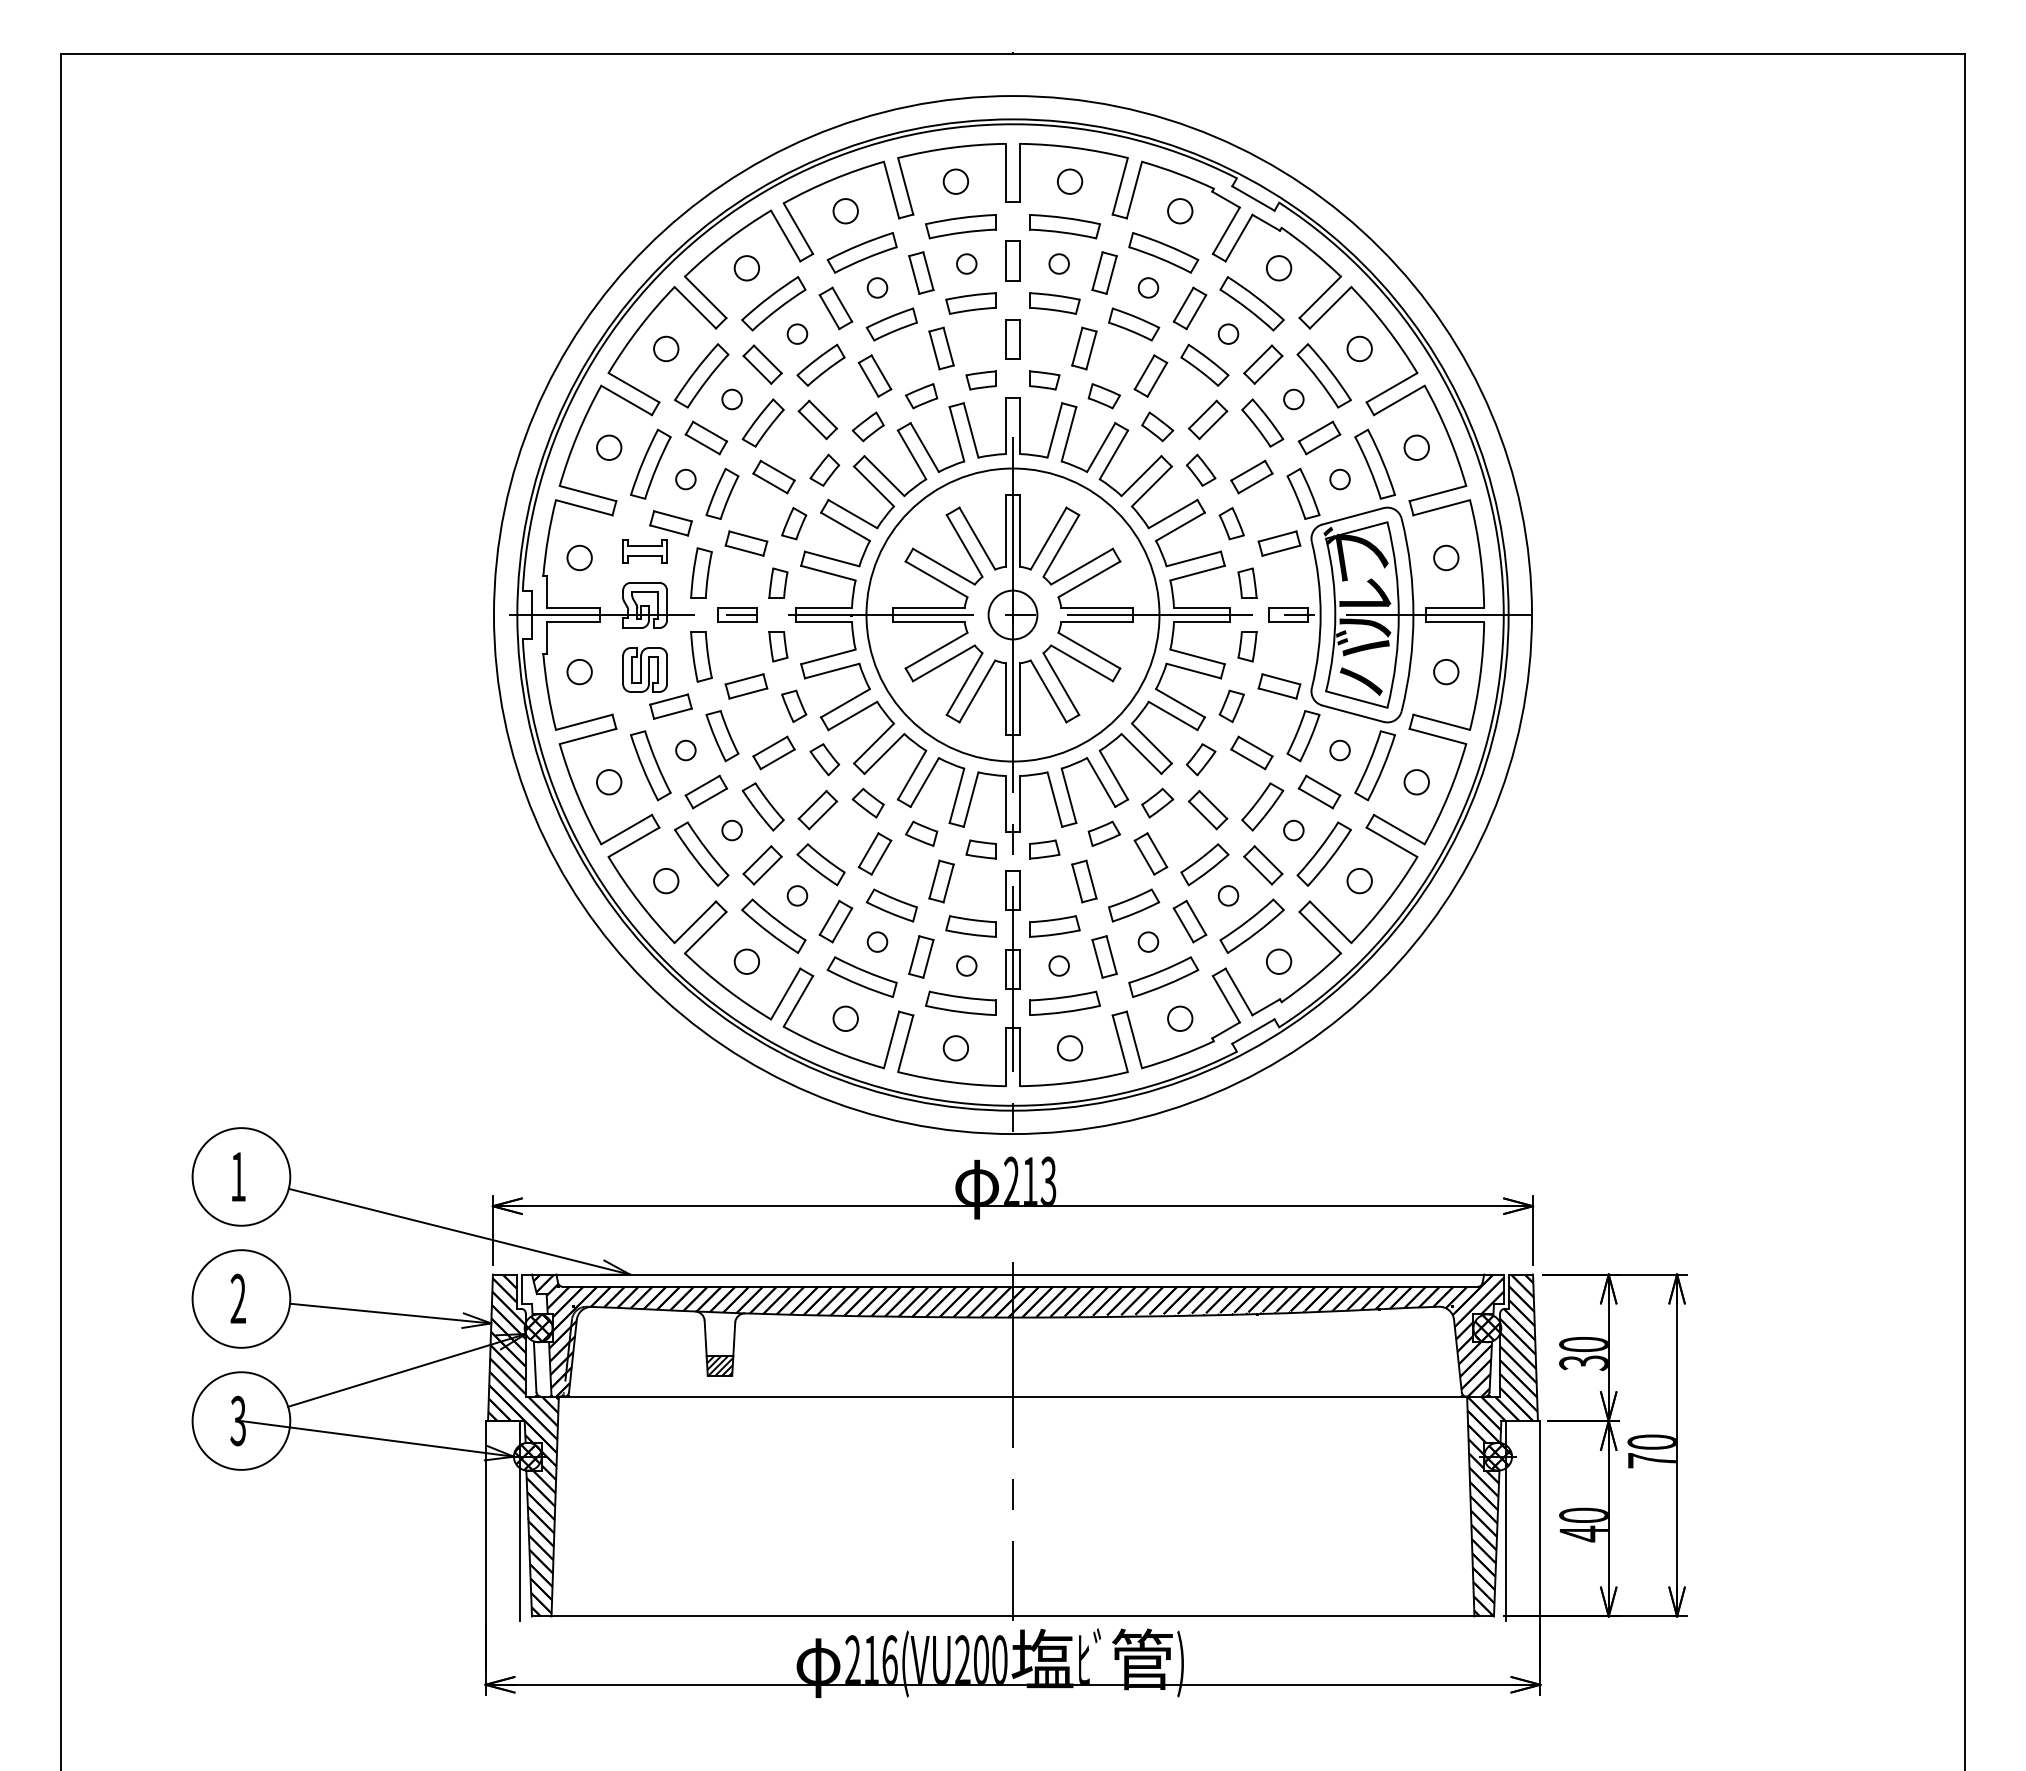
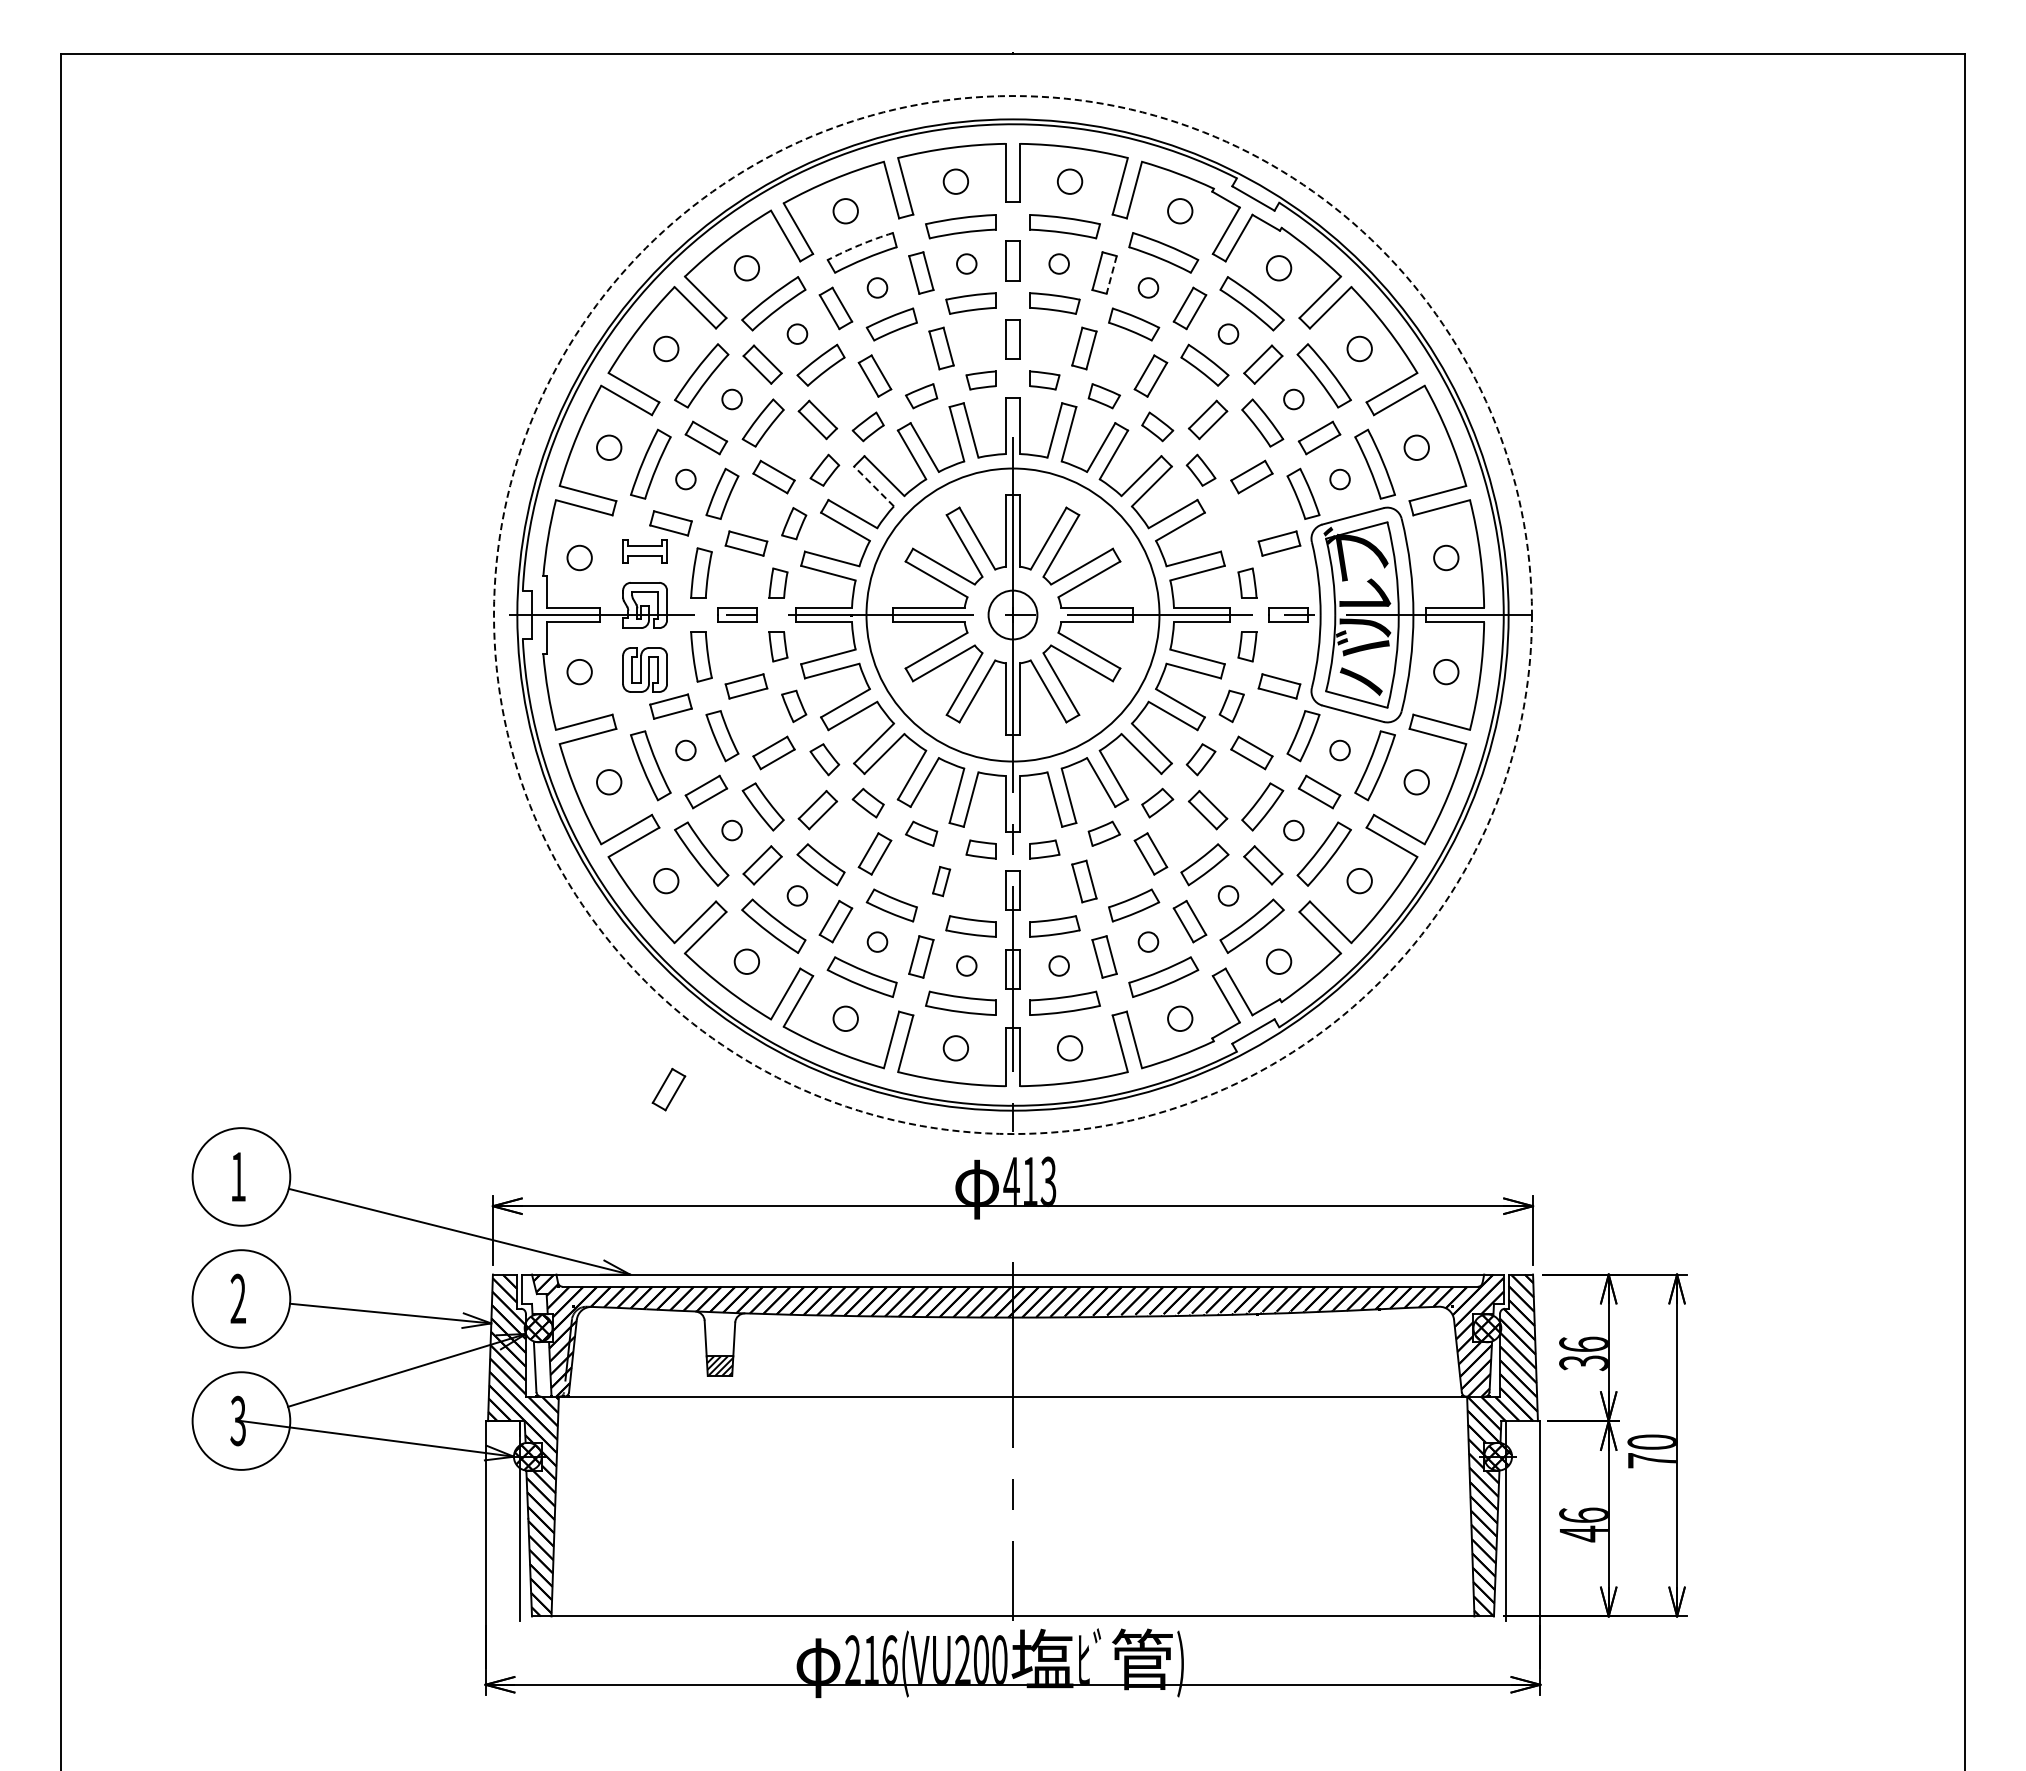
arc at (859, 245): solid -> dashed
line at (1111, 274): solid -> dashed
line at (873, 486): solid -> dashed
part at (1231, 523): present -> none
circle at (1012, 615): solid -> dashed
part at (941, 881) size: 27x45 px -> 20x33 px
part at (668, 1089): none -> present
text at (1011, 1180): 213 -> 413
text at (1583, 1344): 30 -> 36
text at (1583, 1514): 40 -> 46
